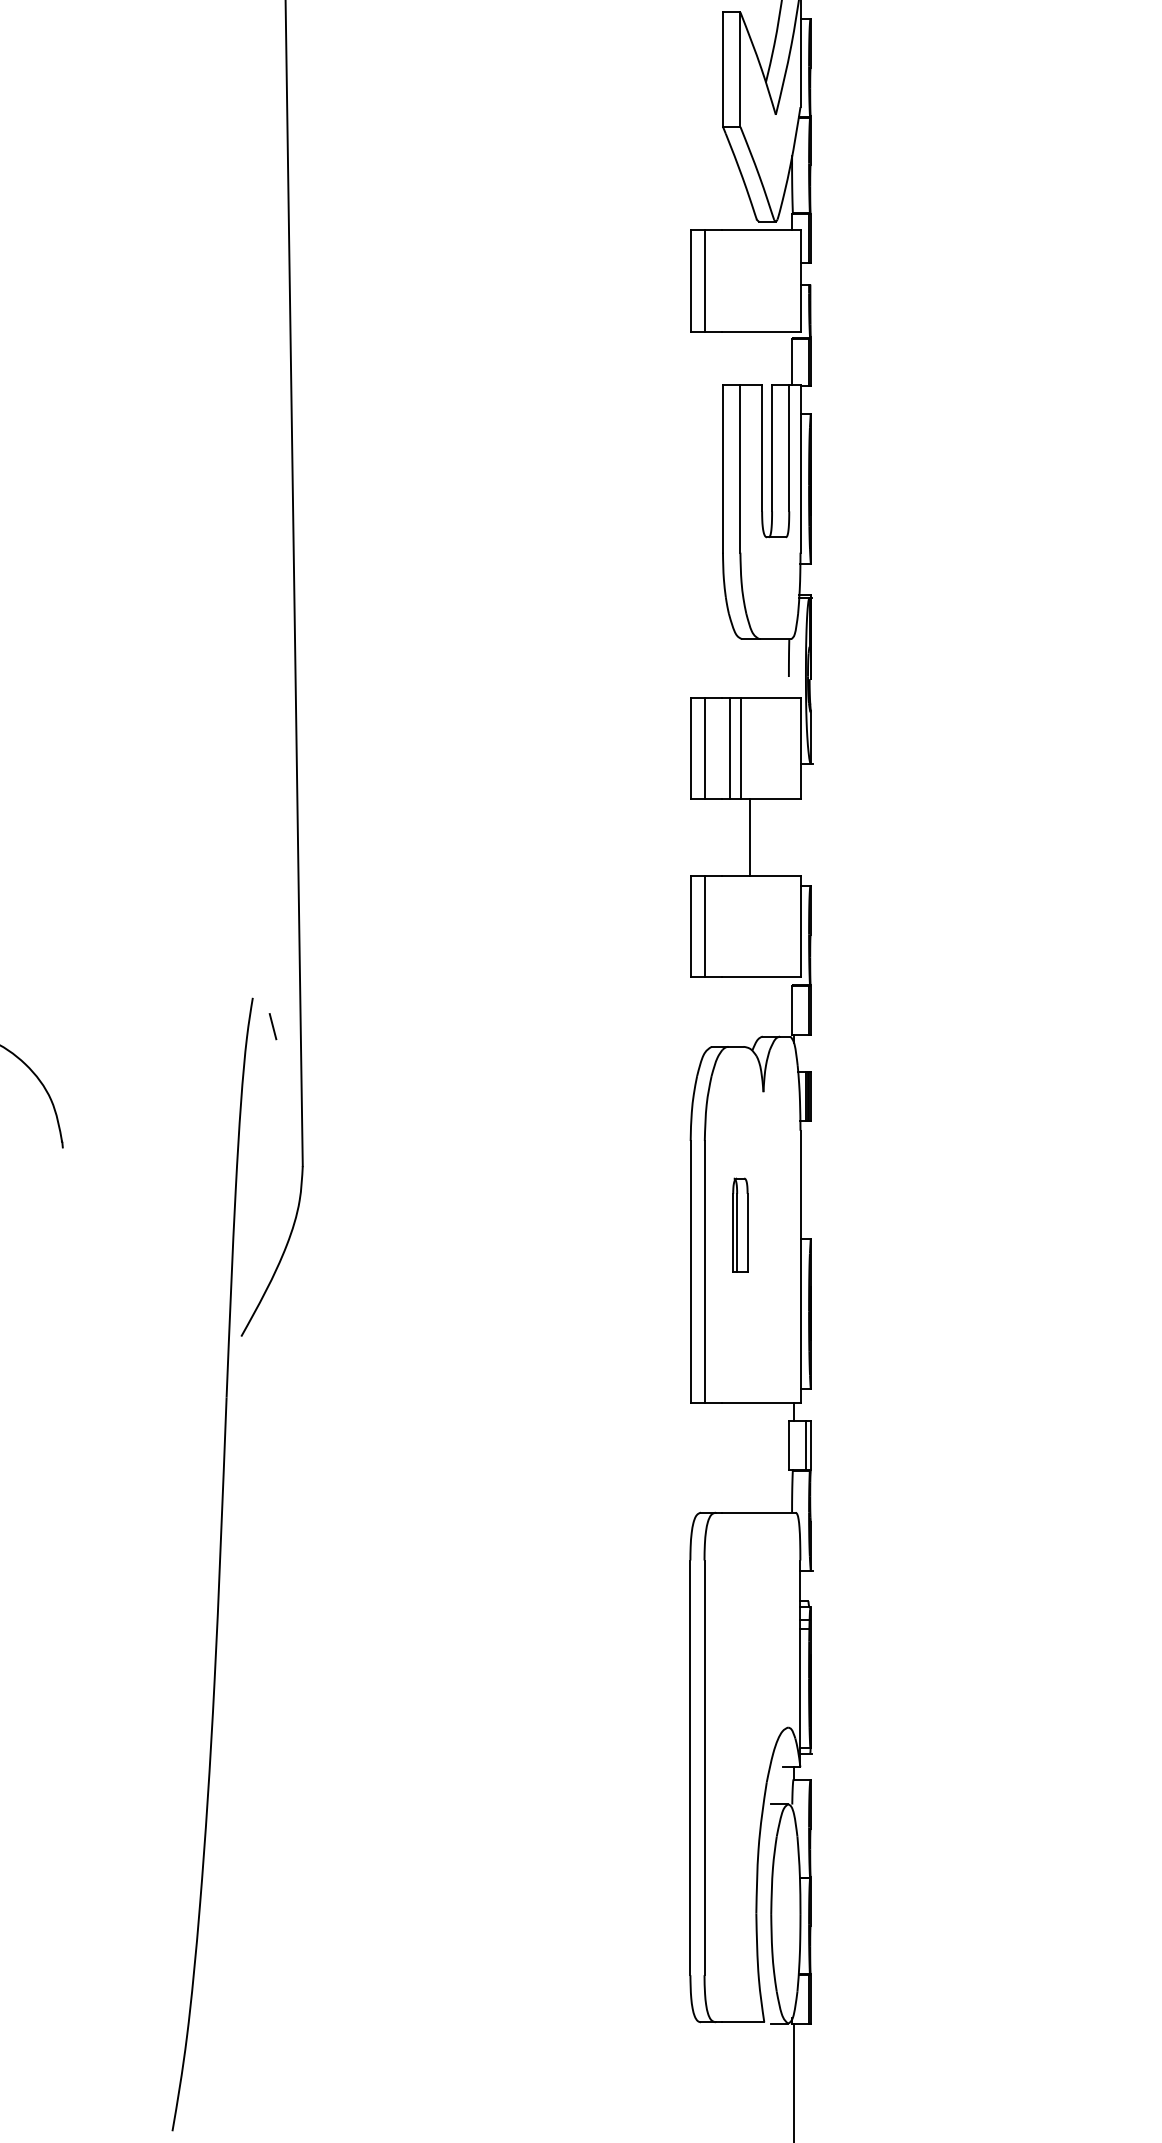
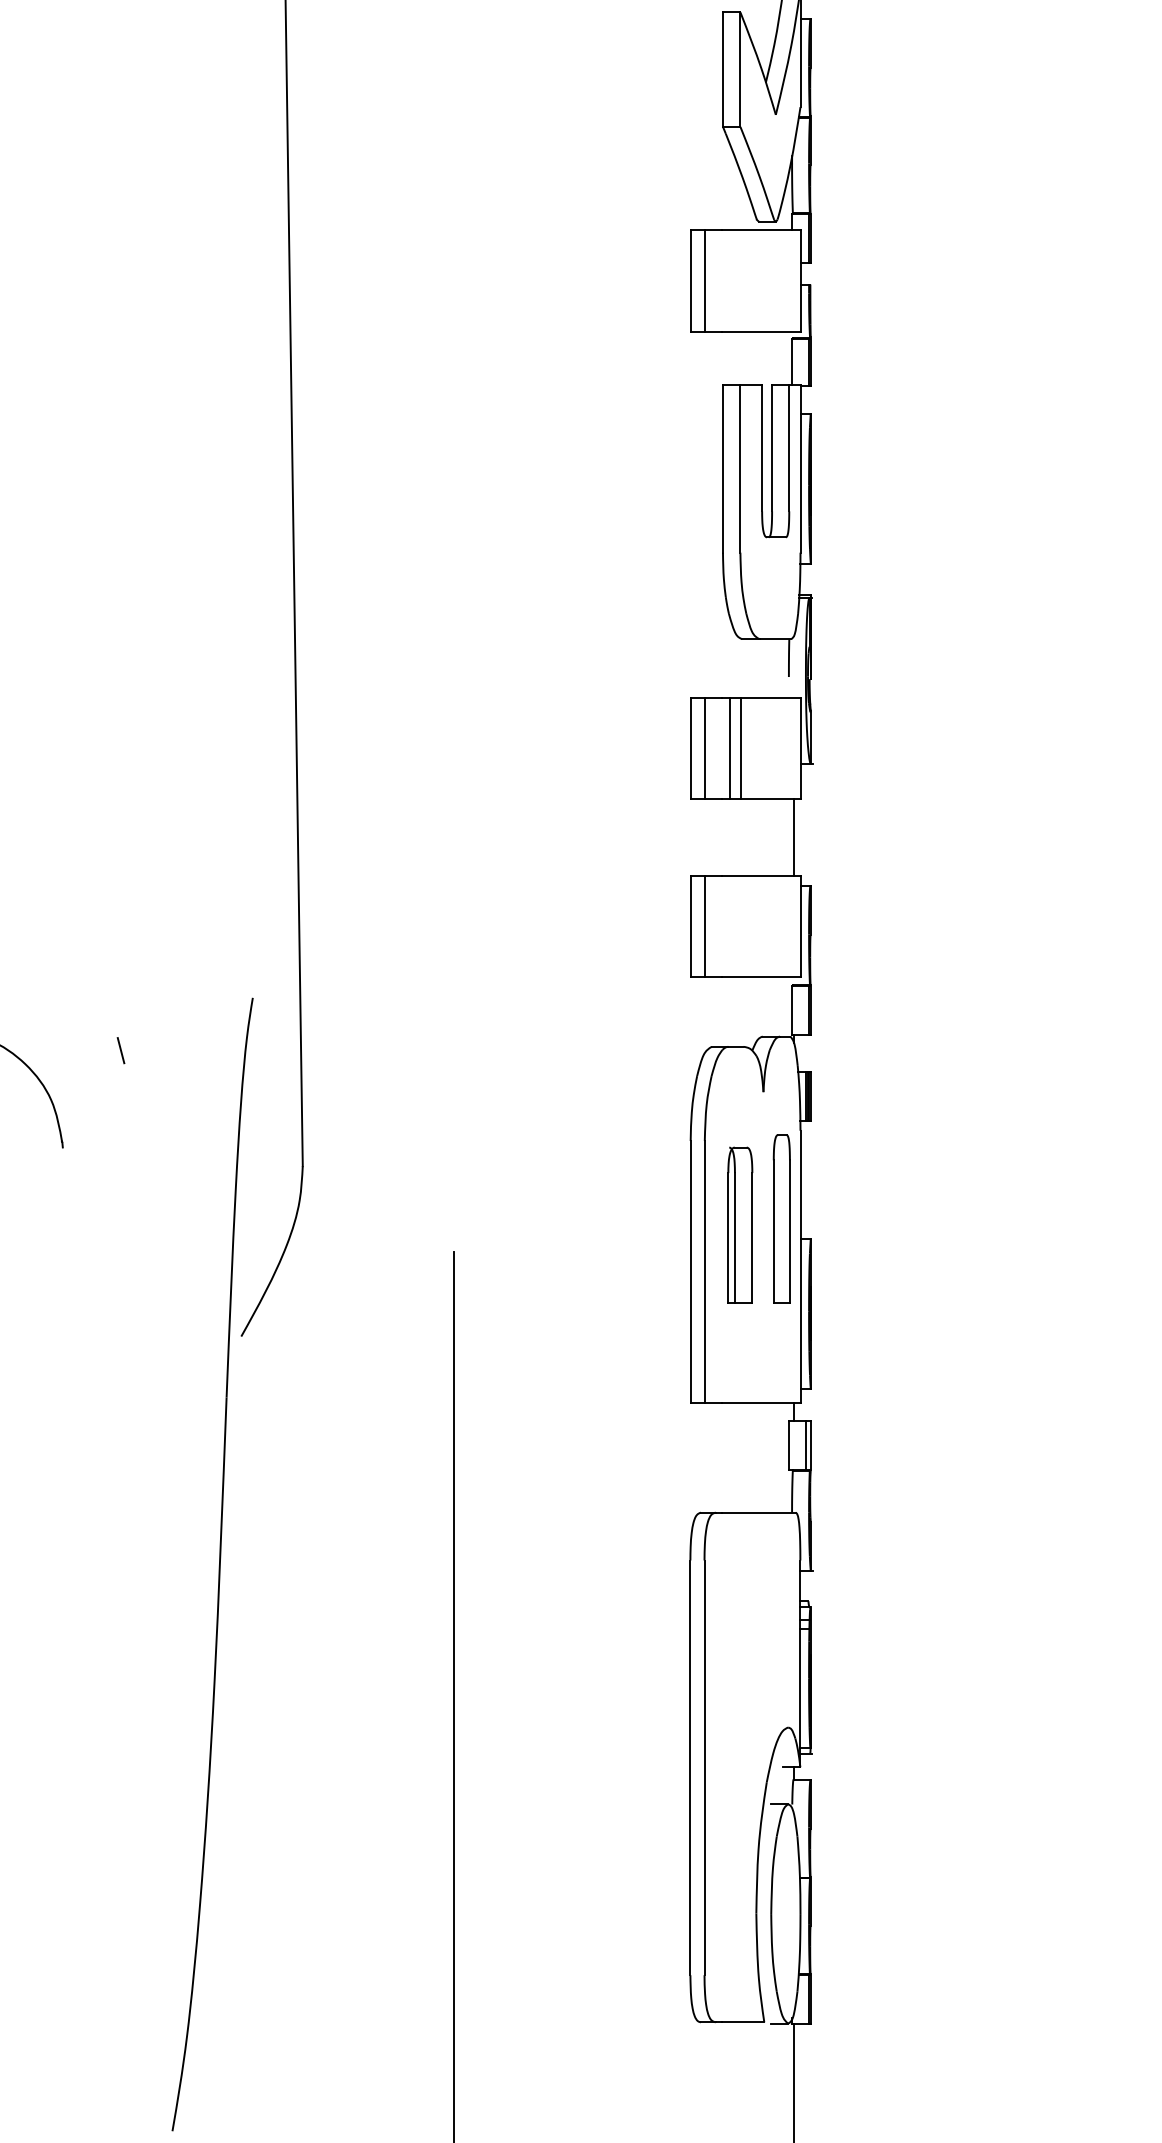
line at (749, 837) position: (749, 837) -> (793, 837)
line at (272, 1026) position: (272, 1026) -> (120, 1050)
part at (781, 1218): none -> present
part at (740, 1224) size: 17x96 px -> 27x158 px
line at (453, 1695): none -> present
